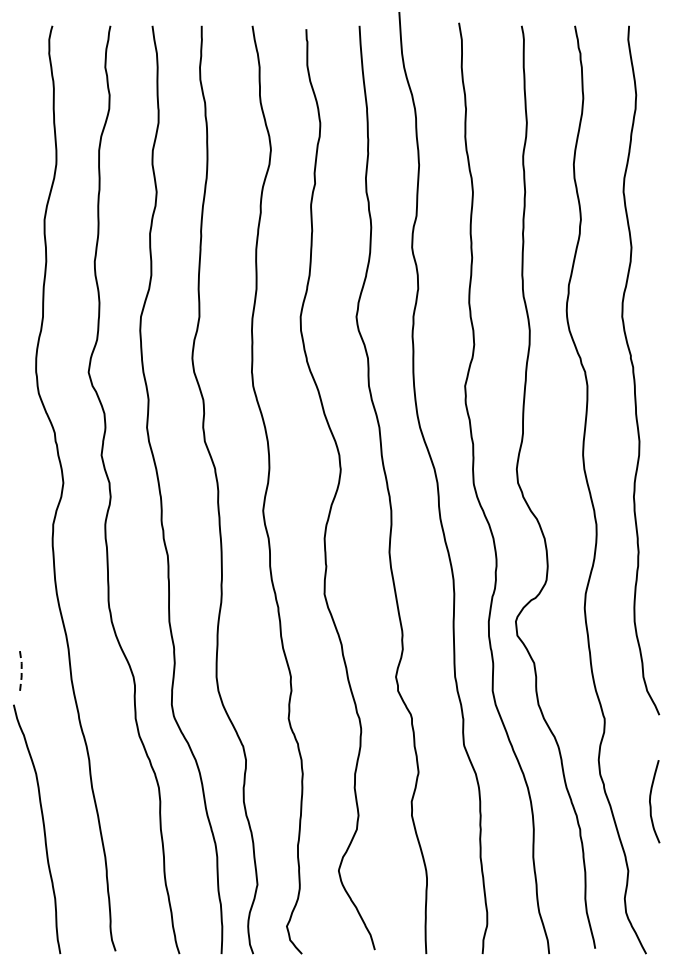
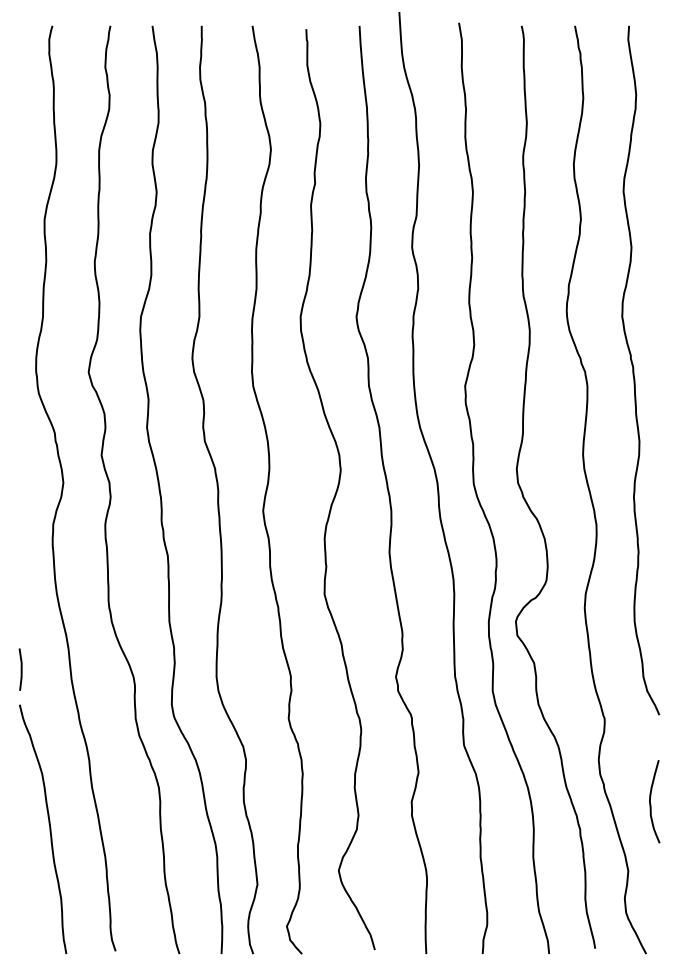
line at (21, 669): dashed -> solid
curve at (43, 829) position: (43, 829) -> (49, 829)
